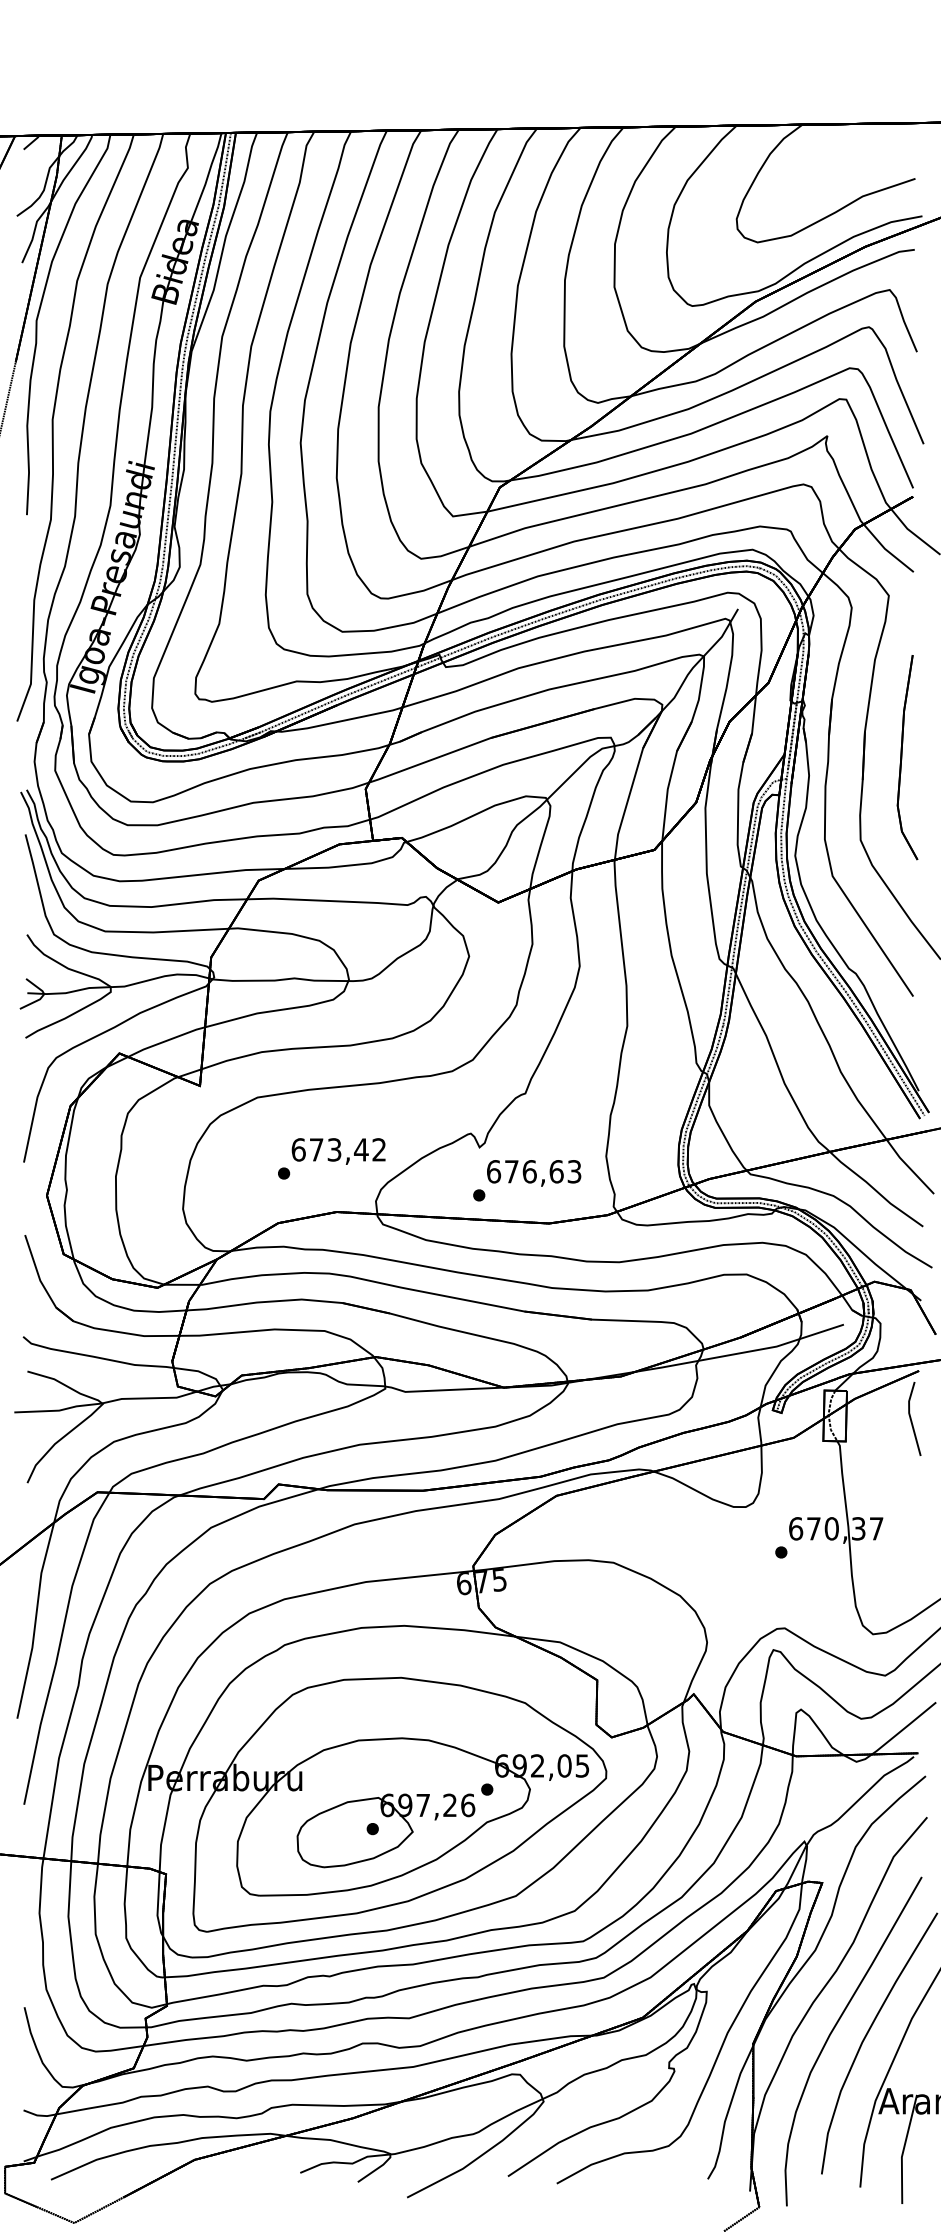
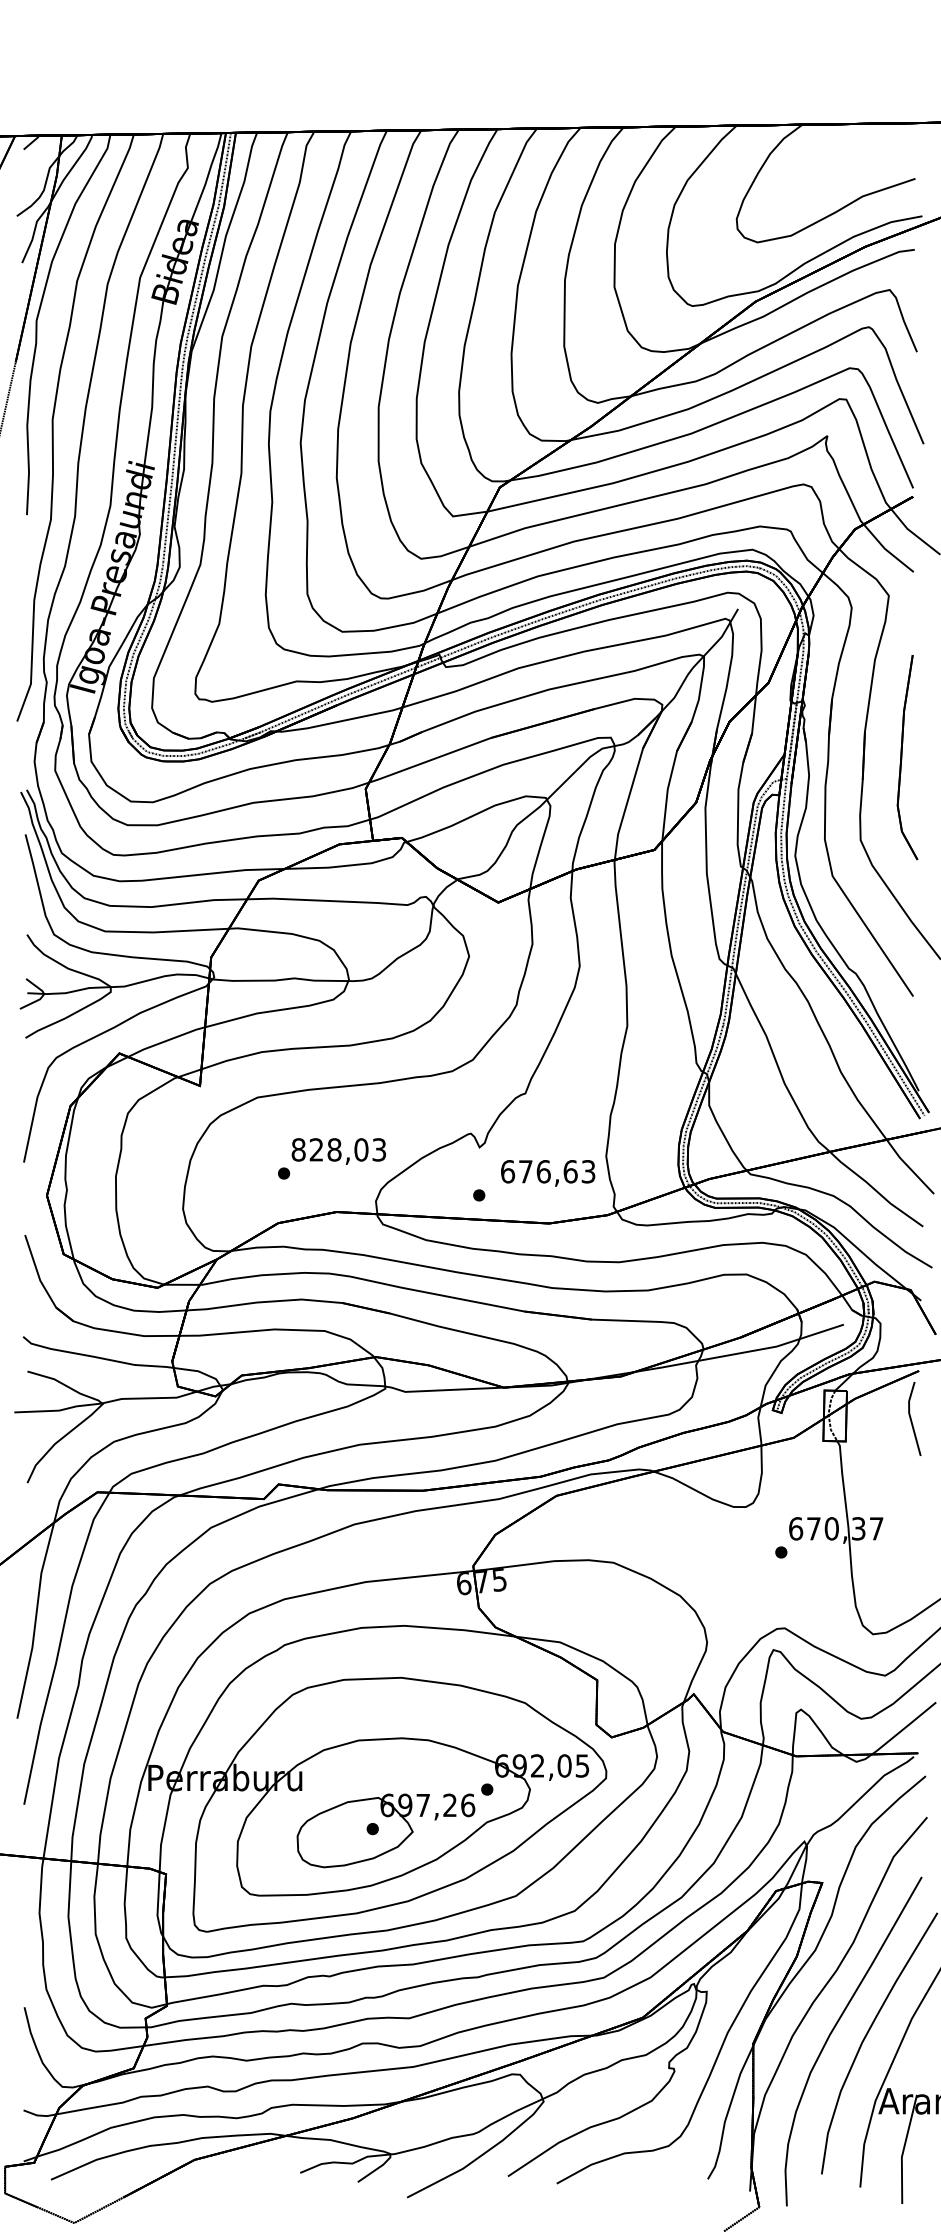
text at (338, 1149): 673,42 -> 828,03
text at (534, 1173) position: (534, 1173) -> (548, 1173)
